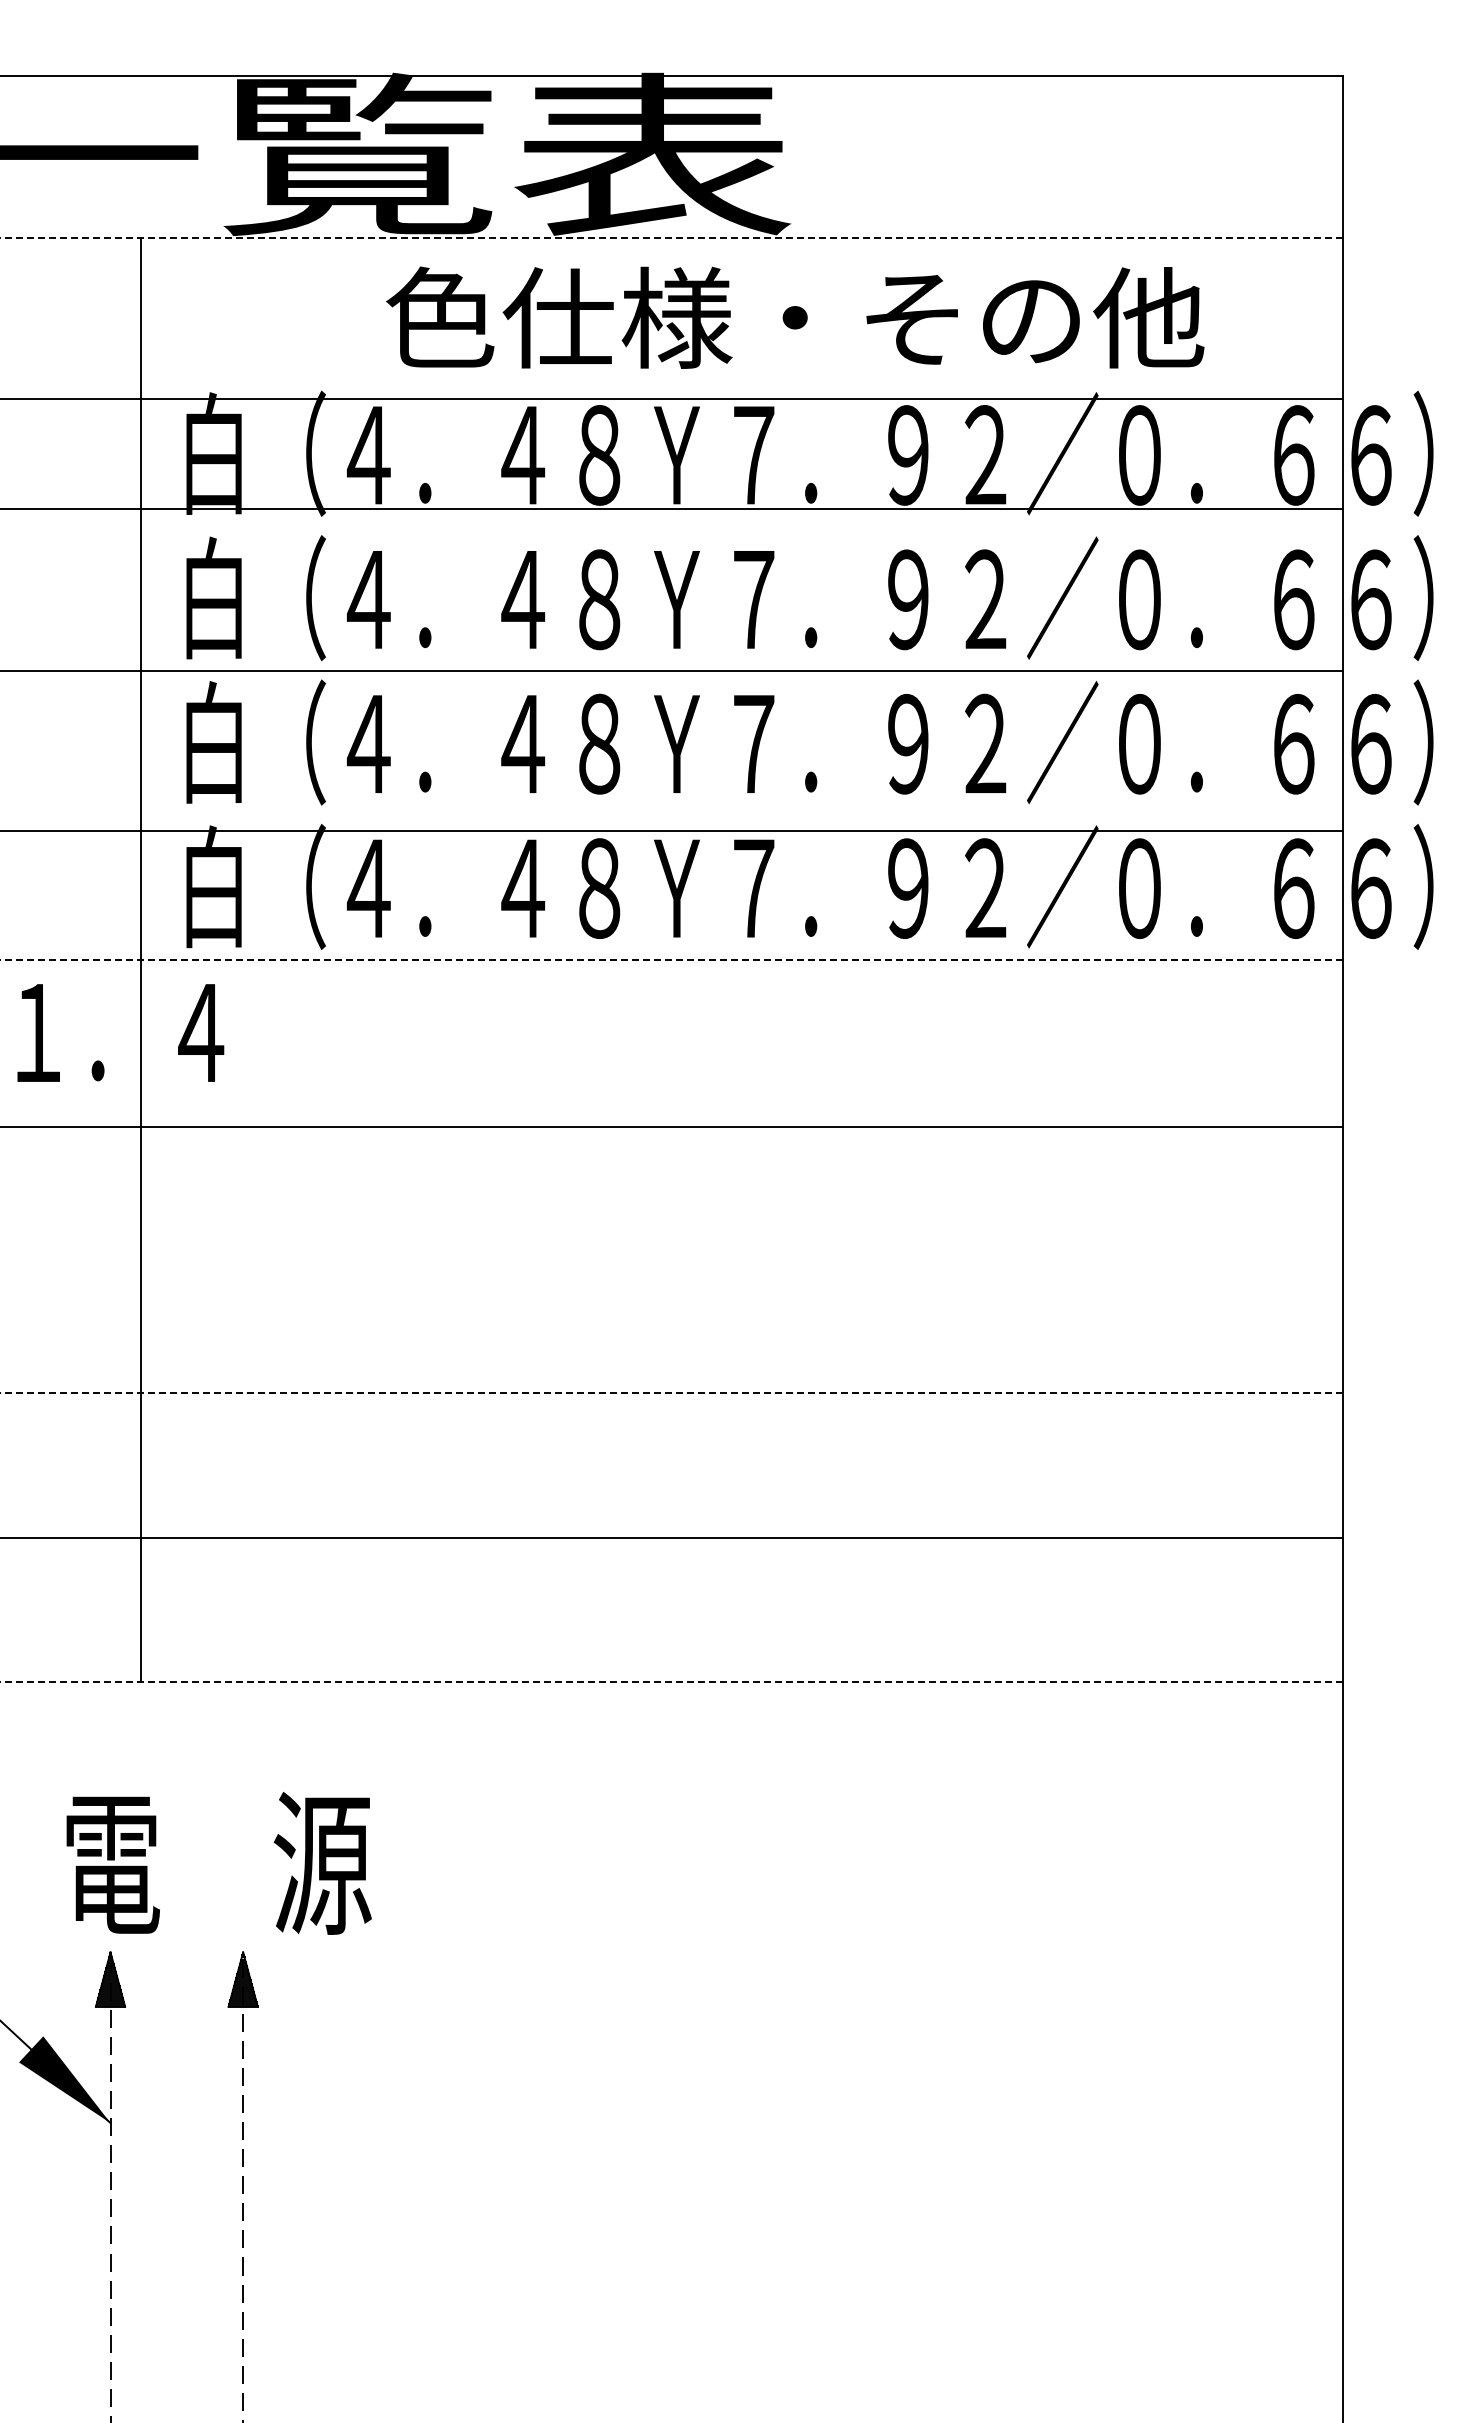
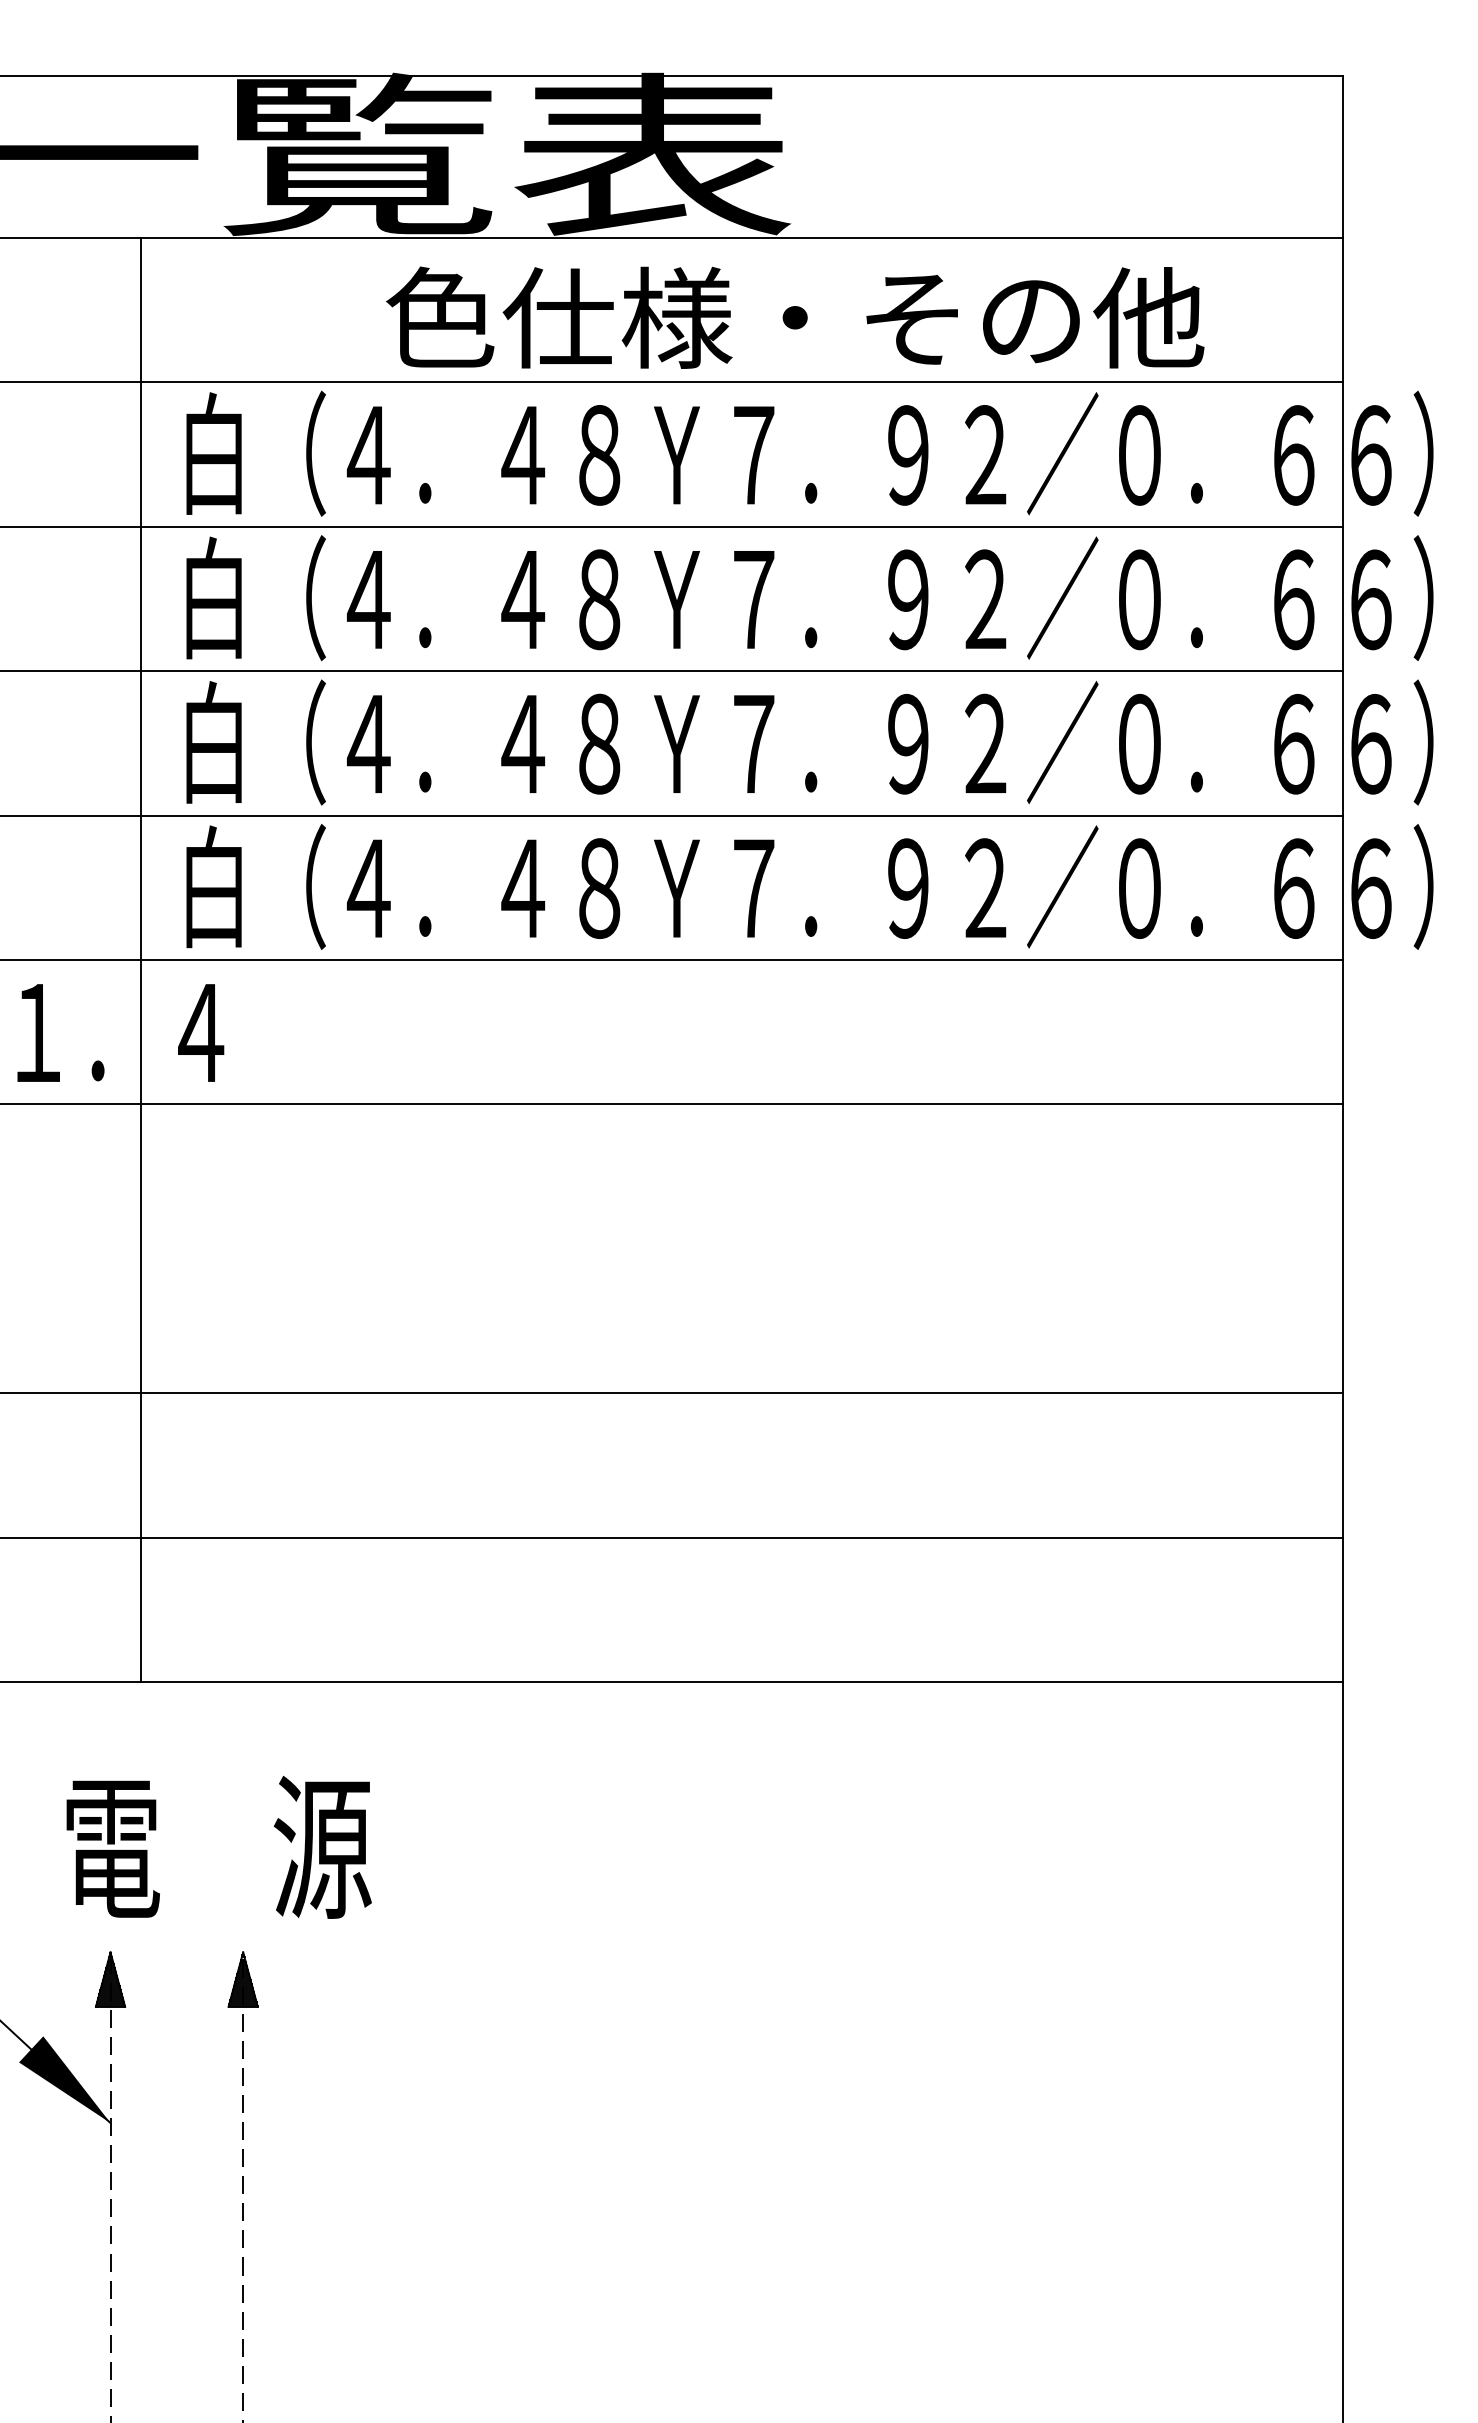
line at (670, 238): dashed -> solid
line at (672, 399) position: (672, 399) -> (672, 382)
line at (672, 508) position: (672, 508) -> (672, 526)
line at (672, 830) position: (672, 830) -> (672, 815)
line at (670, 960): dashed -> solid
line at (672, 1127) position: (672, 1127) -> (672, 1104)
line at (670, 1393): dashed -> solid
line at (670, 1682): dashed -> solid
text at (218, 1862) position: (218, 1862) -> (218, 1846)
